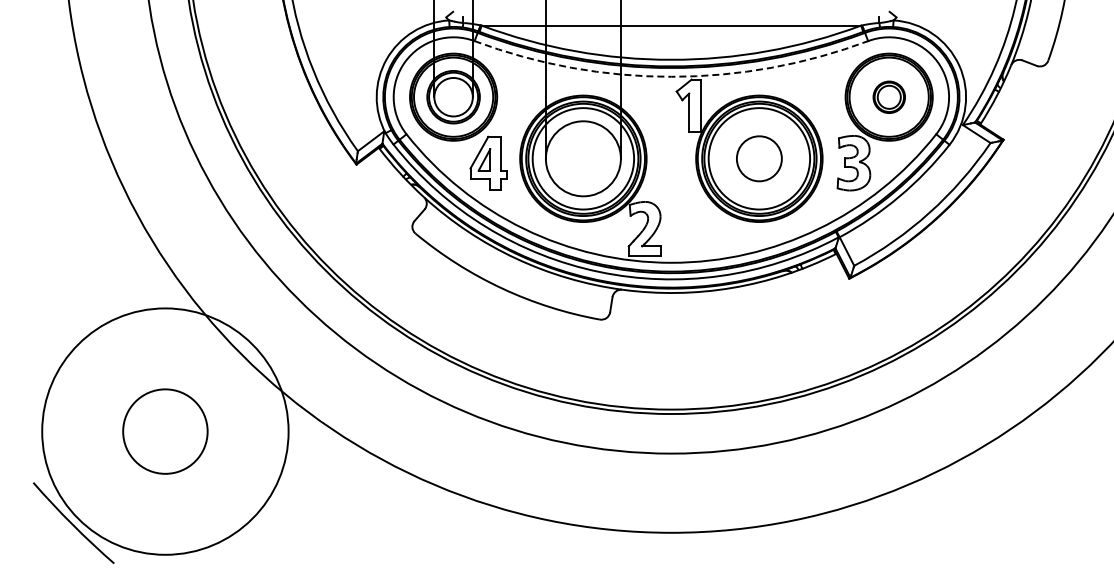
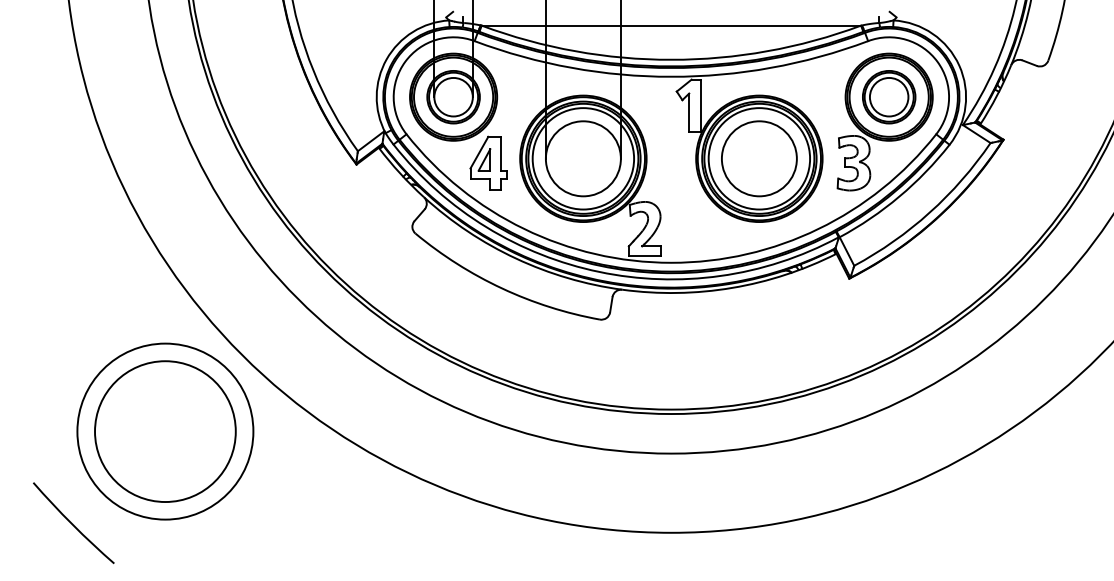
arc at (671, 76): dashed -> solid
part at (888, 96) size: 34x34 px -> 55x55 px
circle at (758, 158) diameter: 45 px -> 75 px
circle at (165, 431) diameter: 246 px -> 176 px
circle at (165, 431) diameter: 84 px -> 141 px
